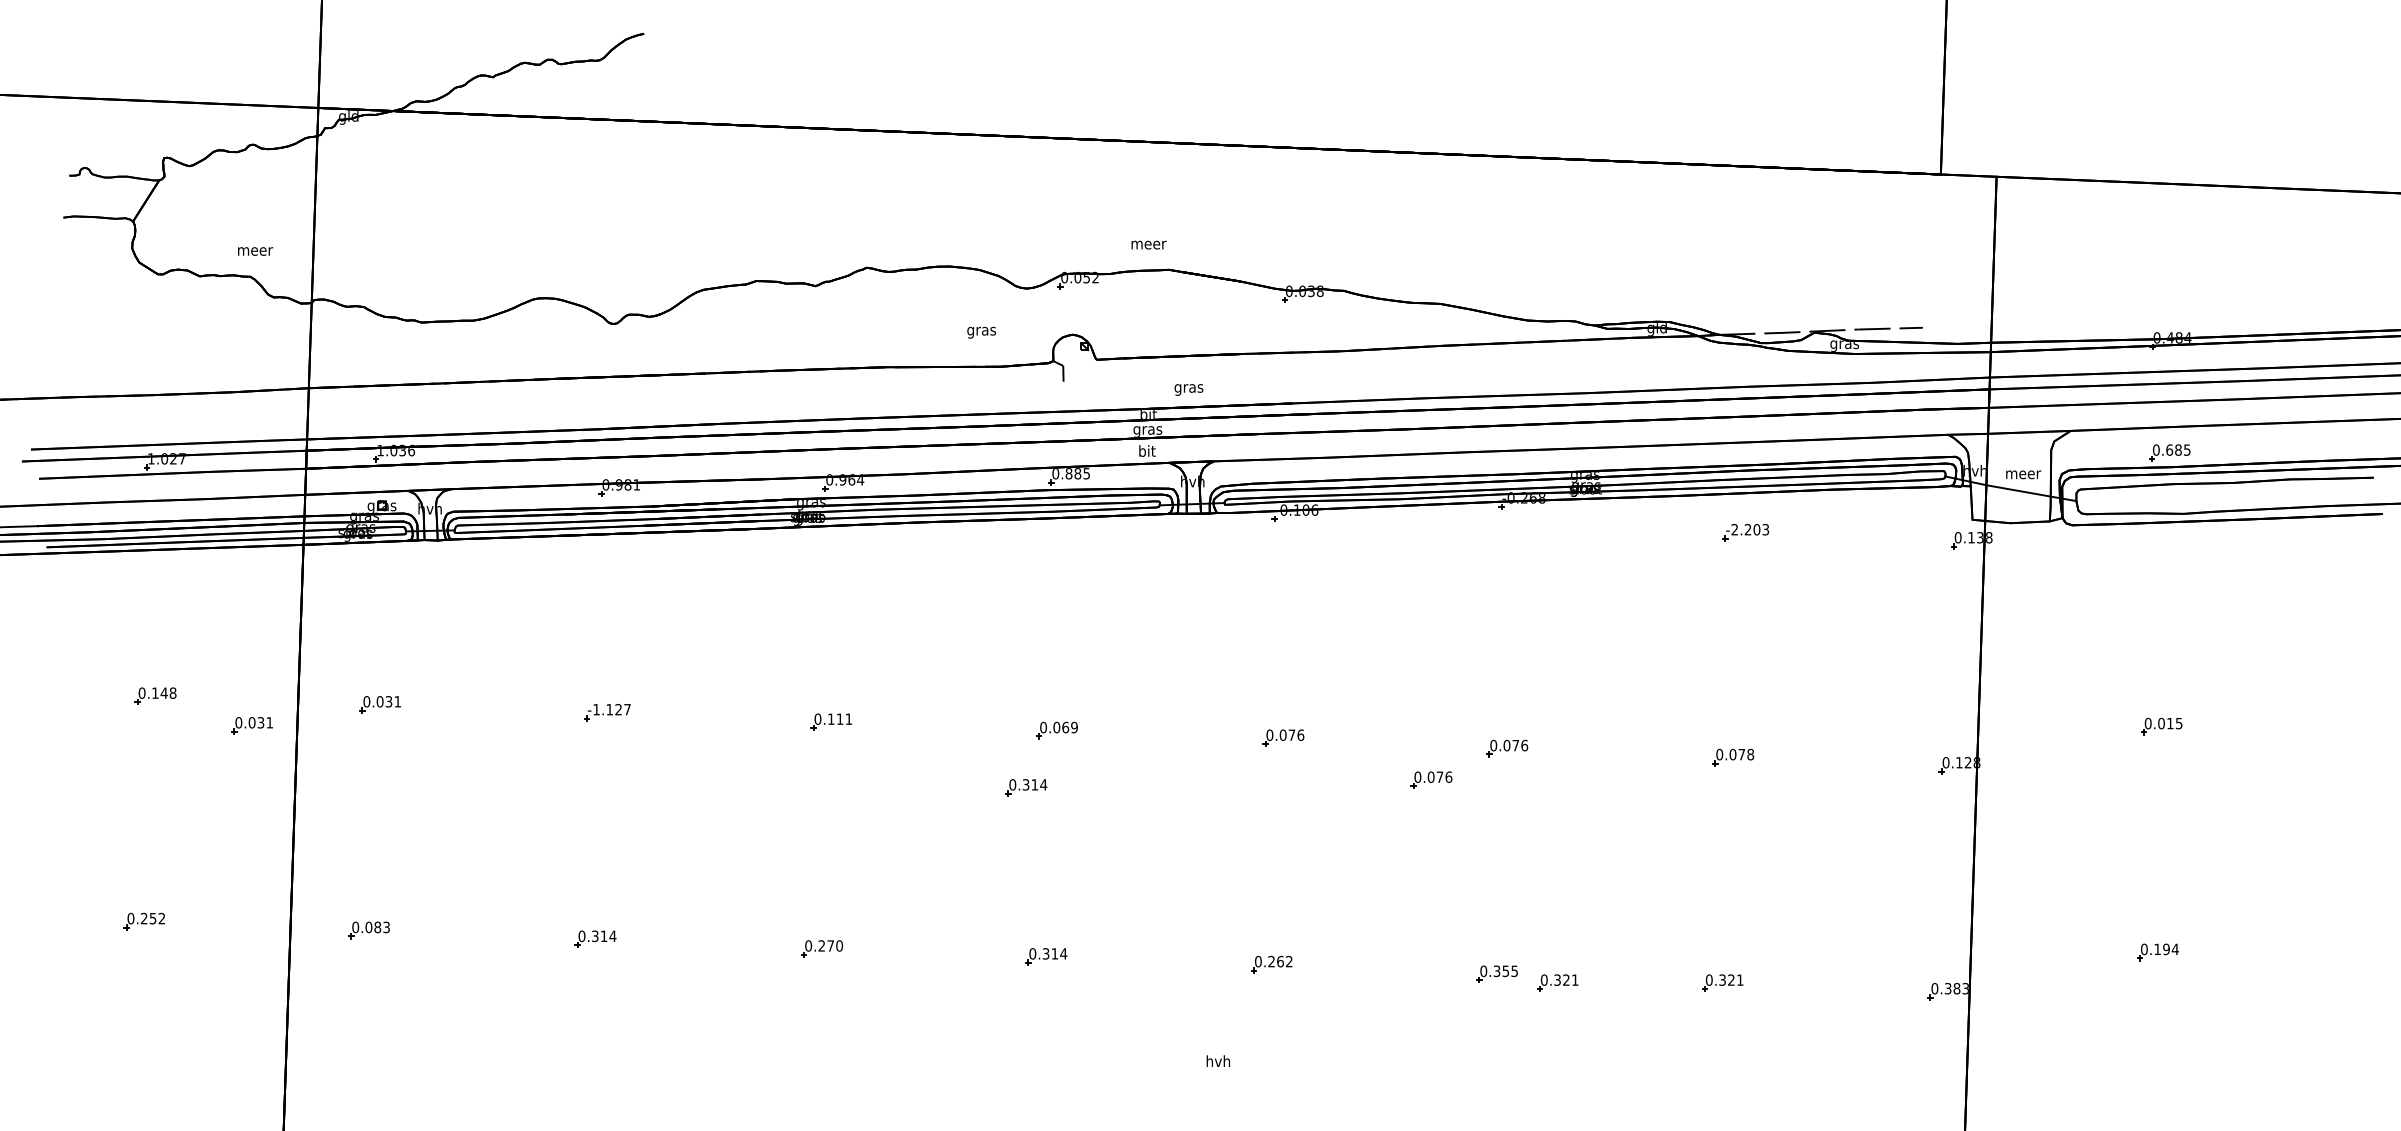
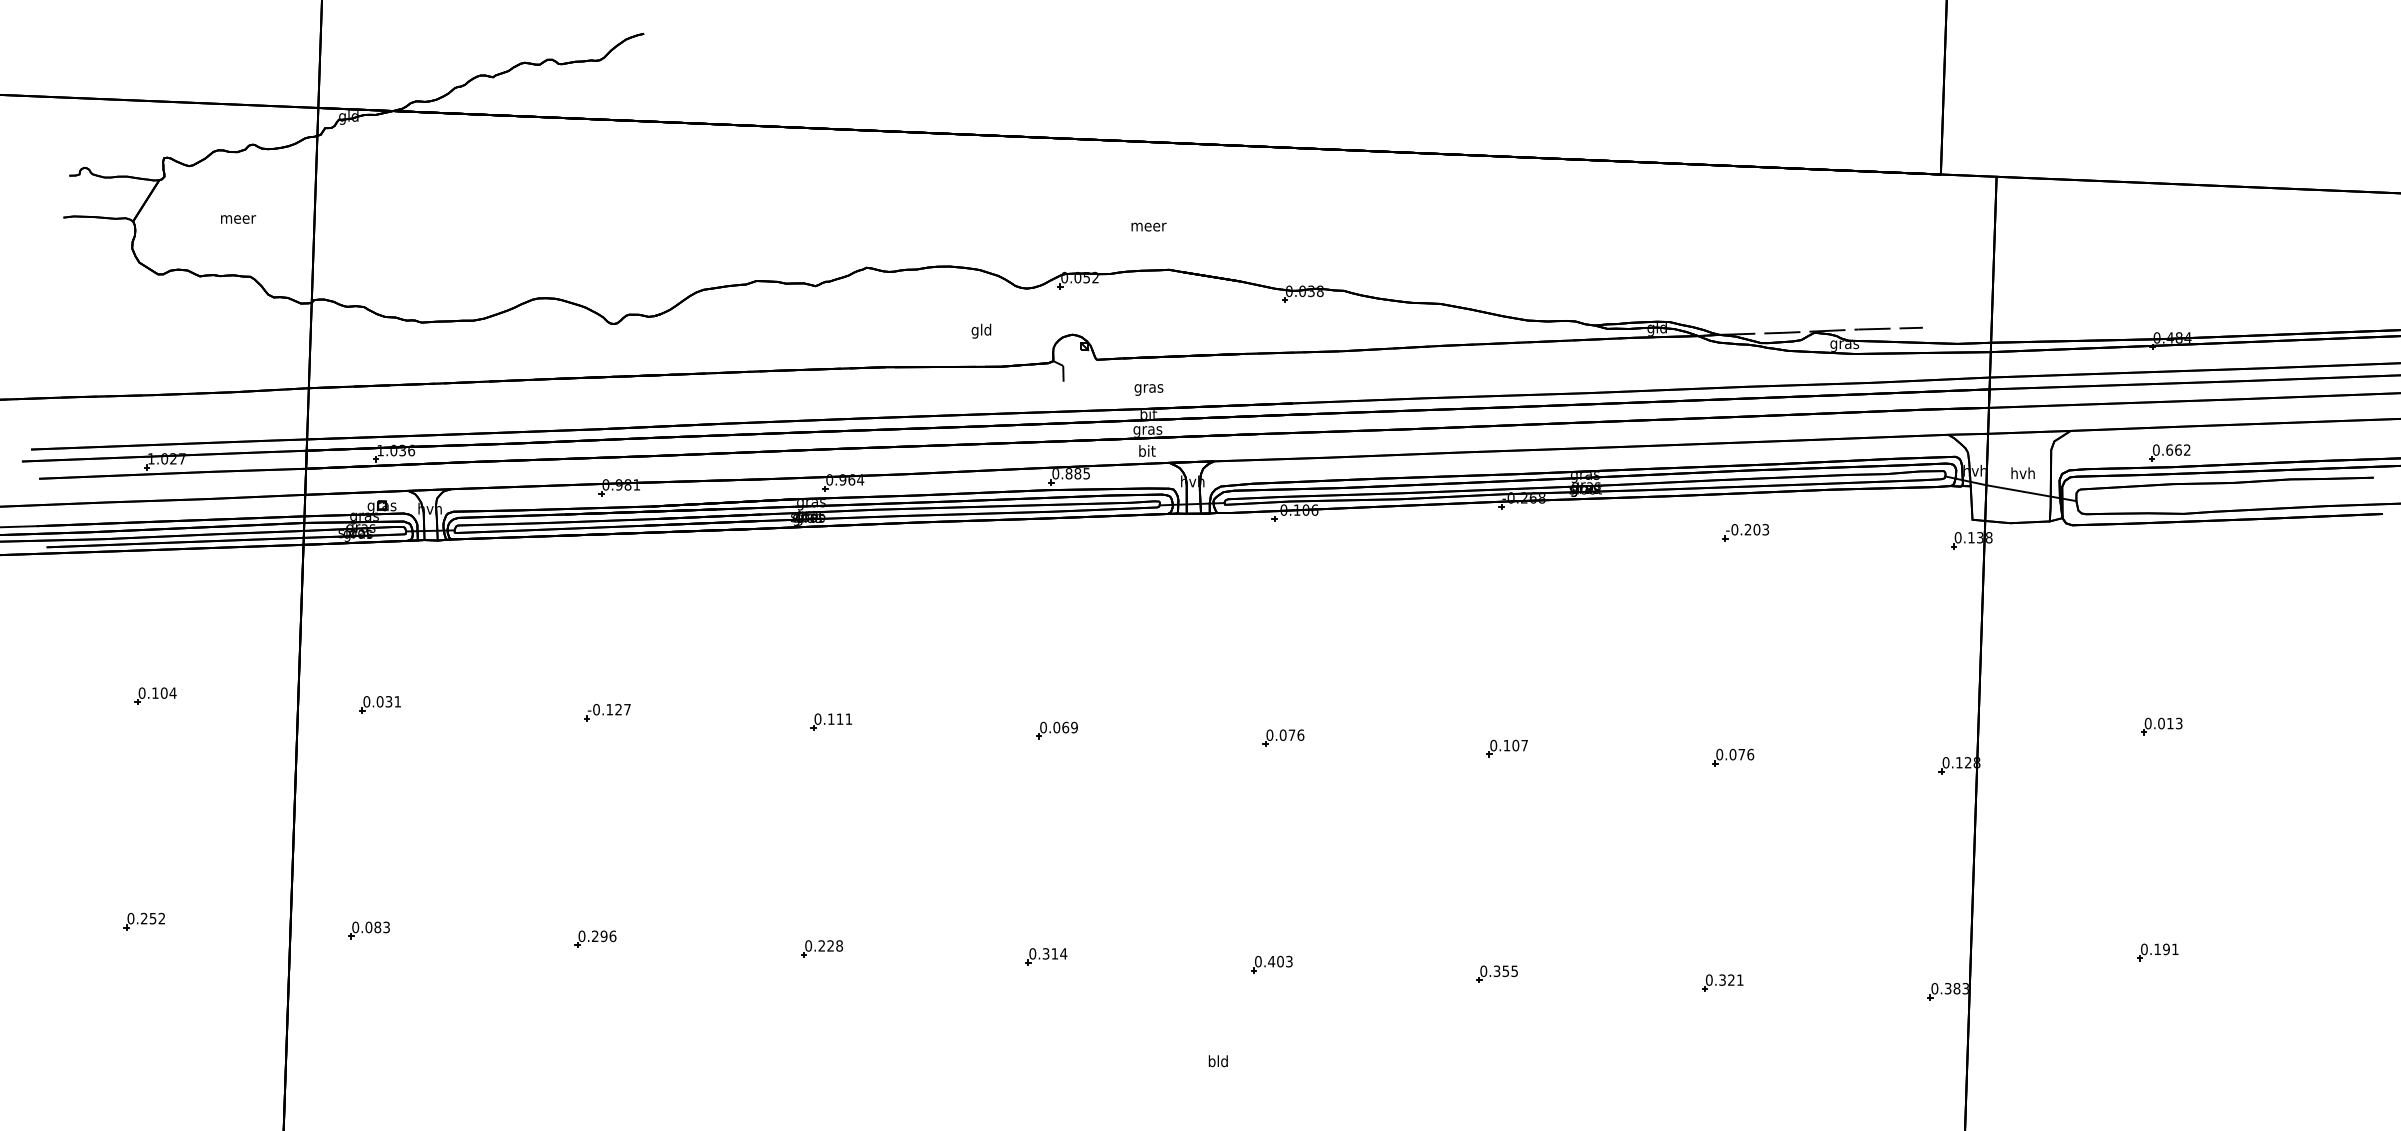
text at (1148, 244) position: (1148, 244) -> (1148, 226)
text at (255, 251) position: (255, 251) -> (238, 219)
text at (981, 330): gras -> gld
text at (1188, 389) position: (1188, 389) -> (1148, 389)
text at (2182, 449): 0.685 -> 0.662
text at (2023, 473): meer -> hvh
text at (1734, 529): -2.203 -> -0.203
text at (168, 692): 0.148 -> 0.104
text at (596, 709): -1.127 -> -0.127
text at (2179, 722): 0.015 -> 0.013
part at (251, 725): present -> none
text at (1515, 745): 0.076 -> 0.107
text at (1750, 754): 0.078 -> 0.076
part at (1431, 779): present -> none
part at (1026, 787): present -> none
text at (604, 936): 0.314 -> 0.296
text at (835, 945): 0.270 -> 0.228
text at (2174, 948): 0.194 -> 0.191
text at (1280, 961): 0.262 -> 0.403
part at (1557, 982): present -> none
text at (1218, 1061): hvh -> bld
